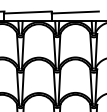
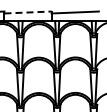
line at (28, 12): solid -> dashed
